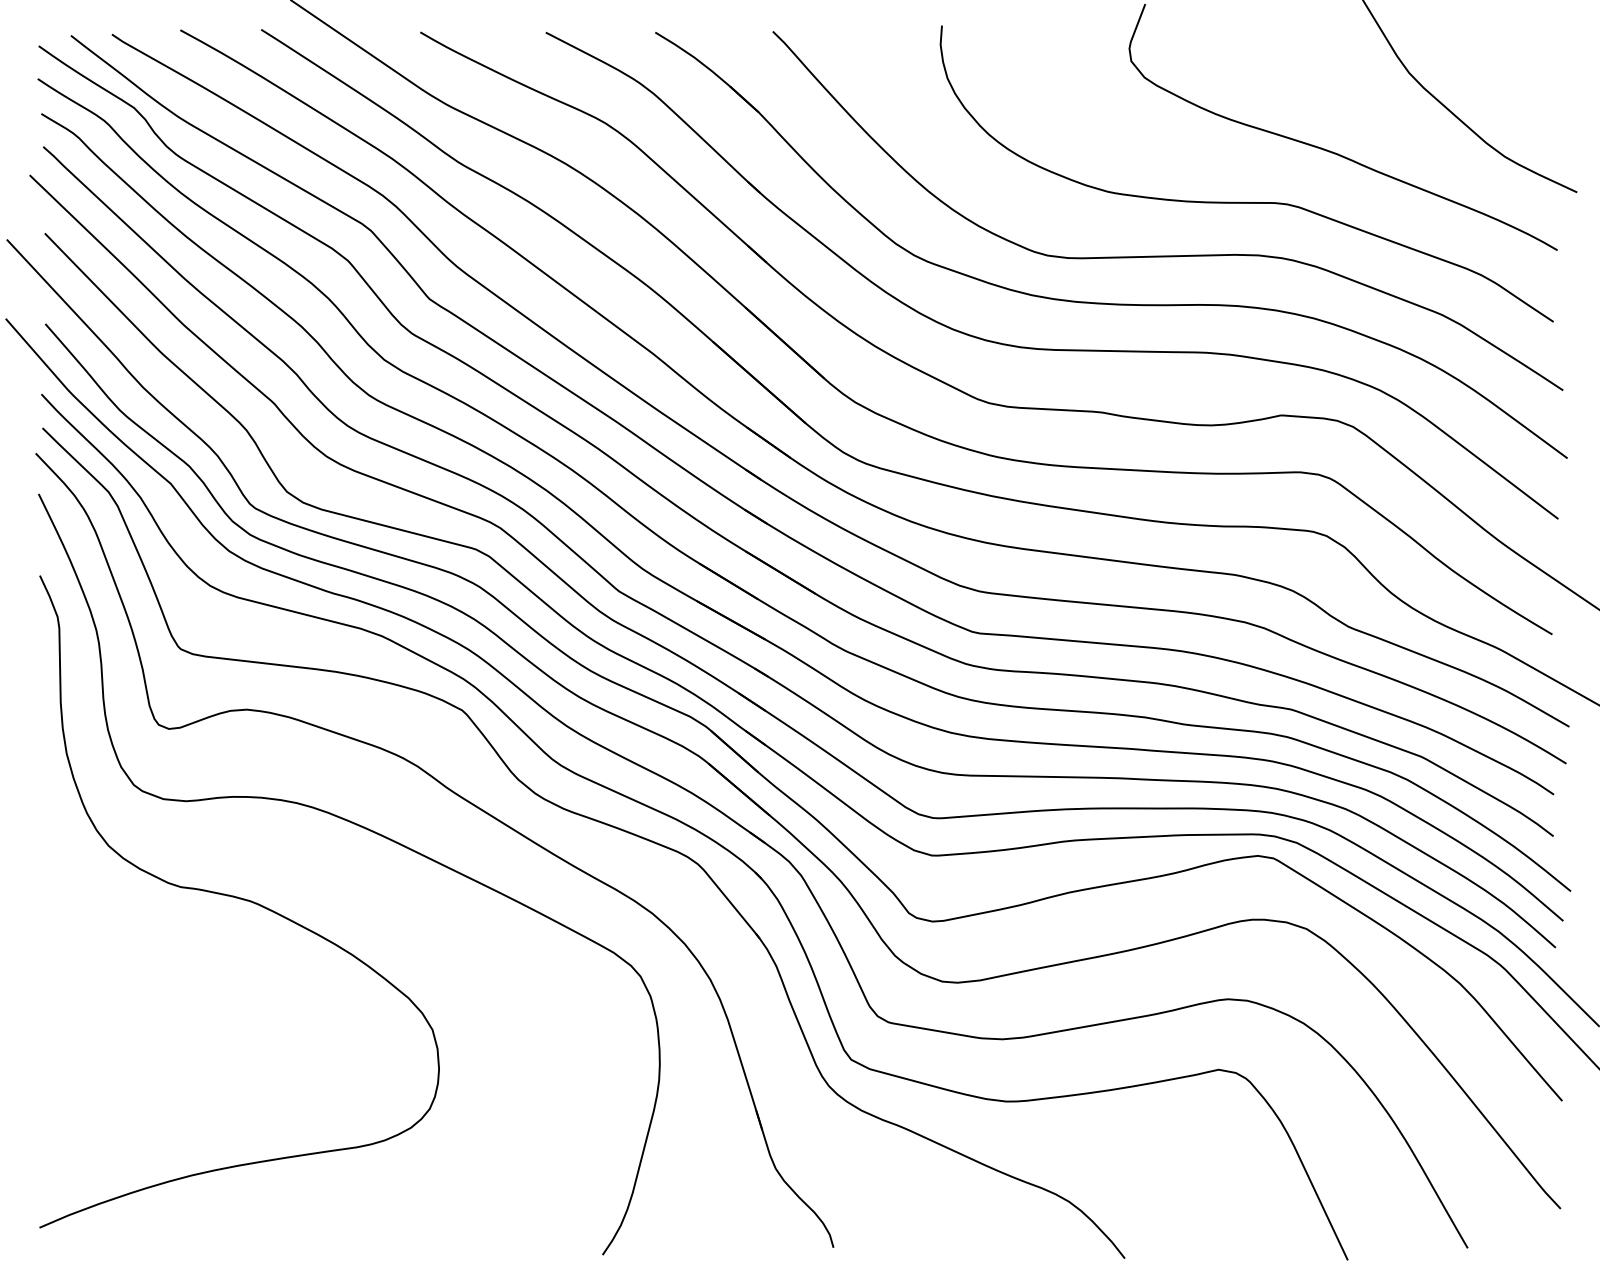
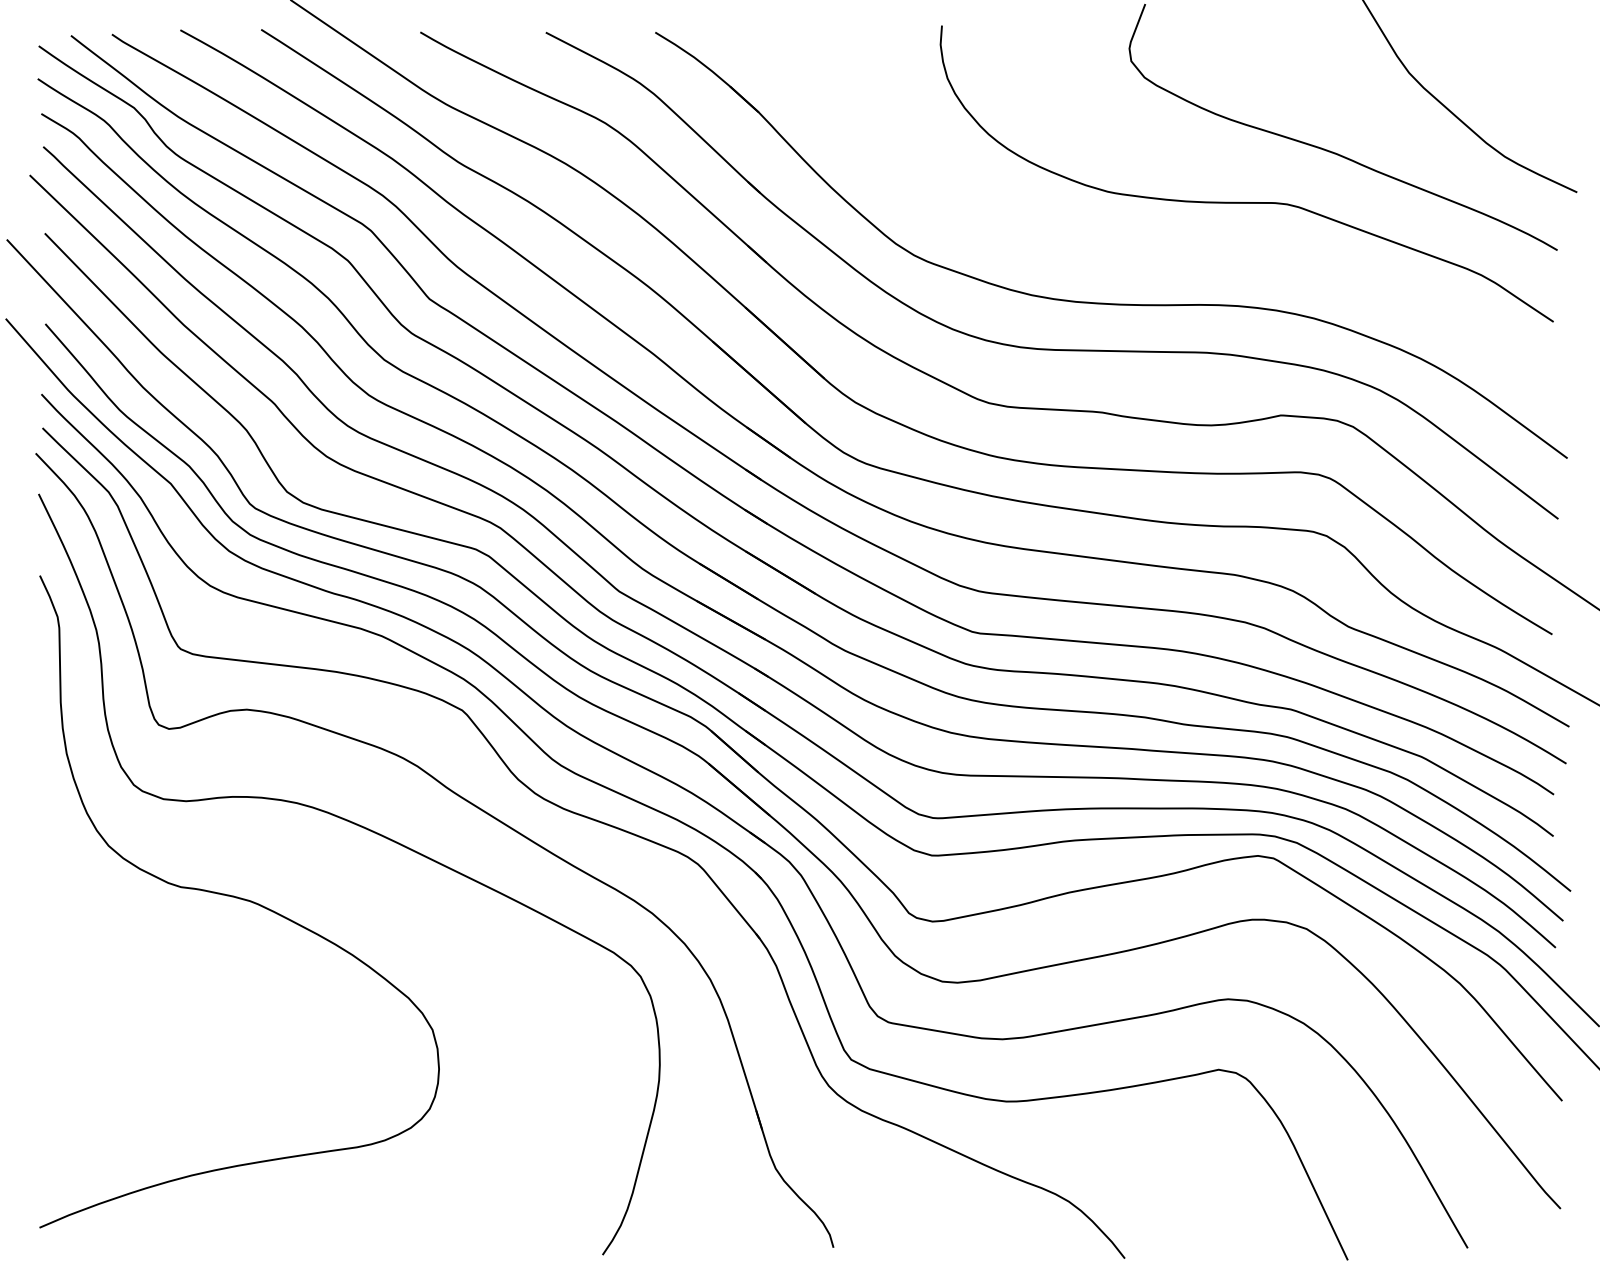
curve at (1167, 255): present -> none
